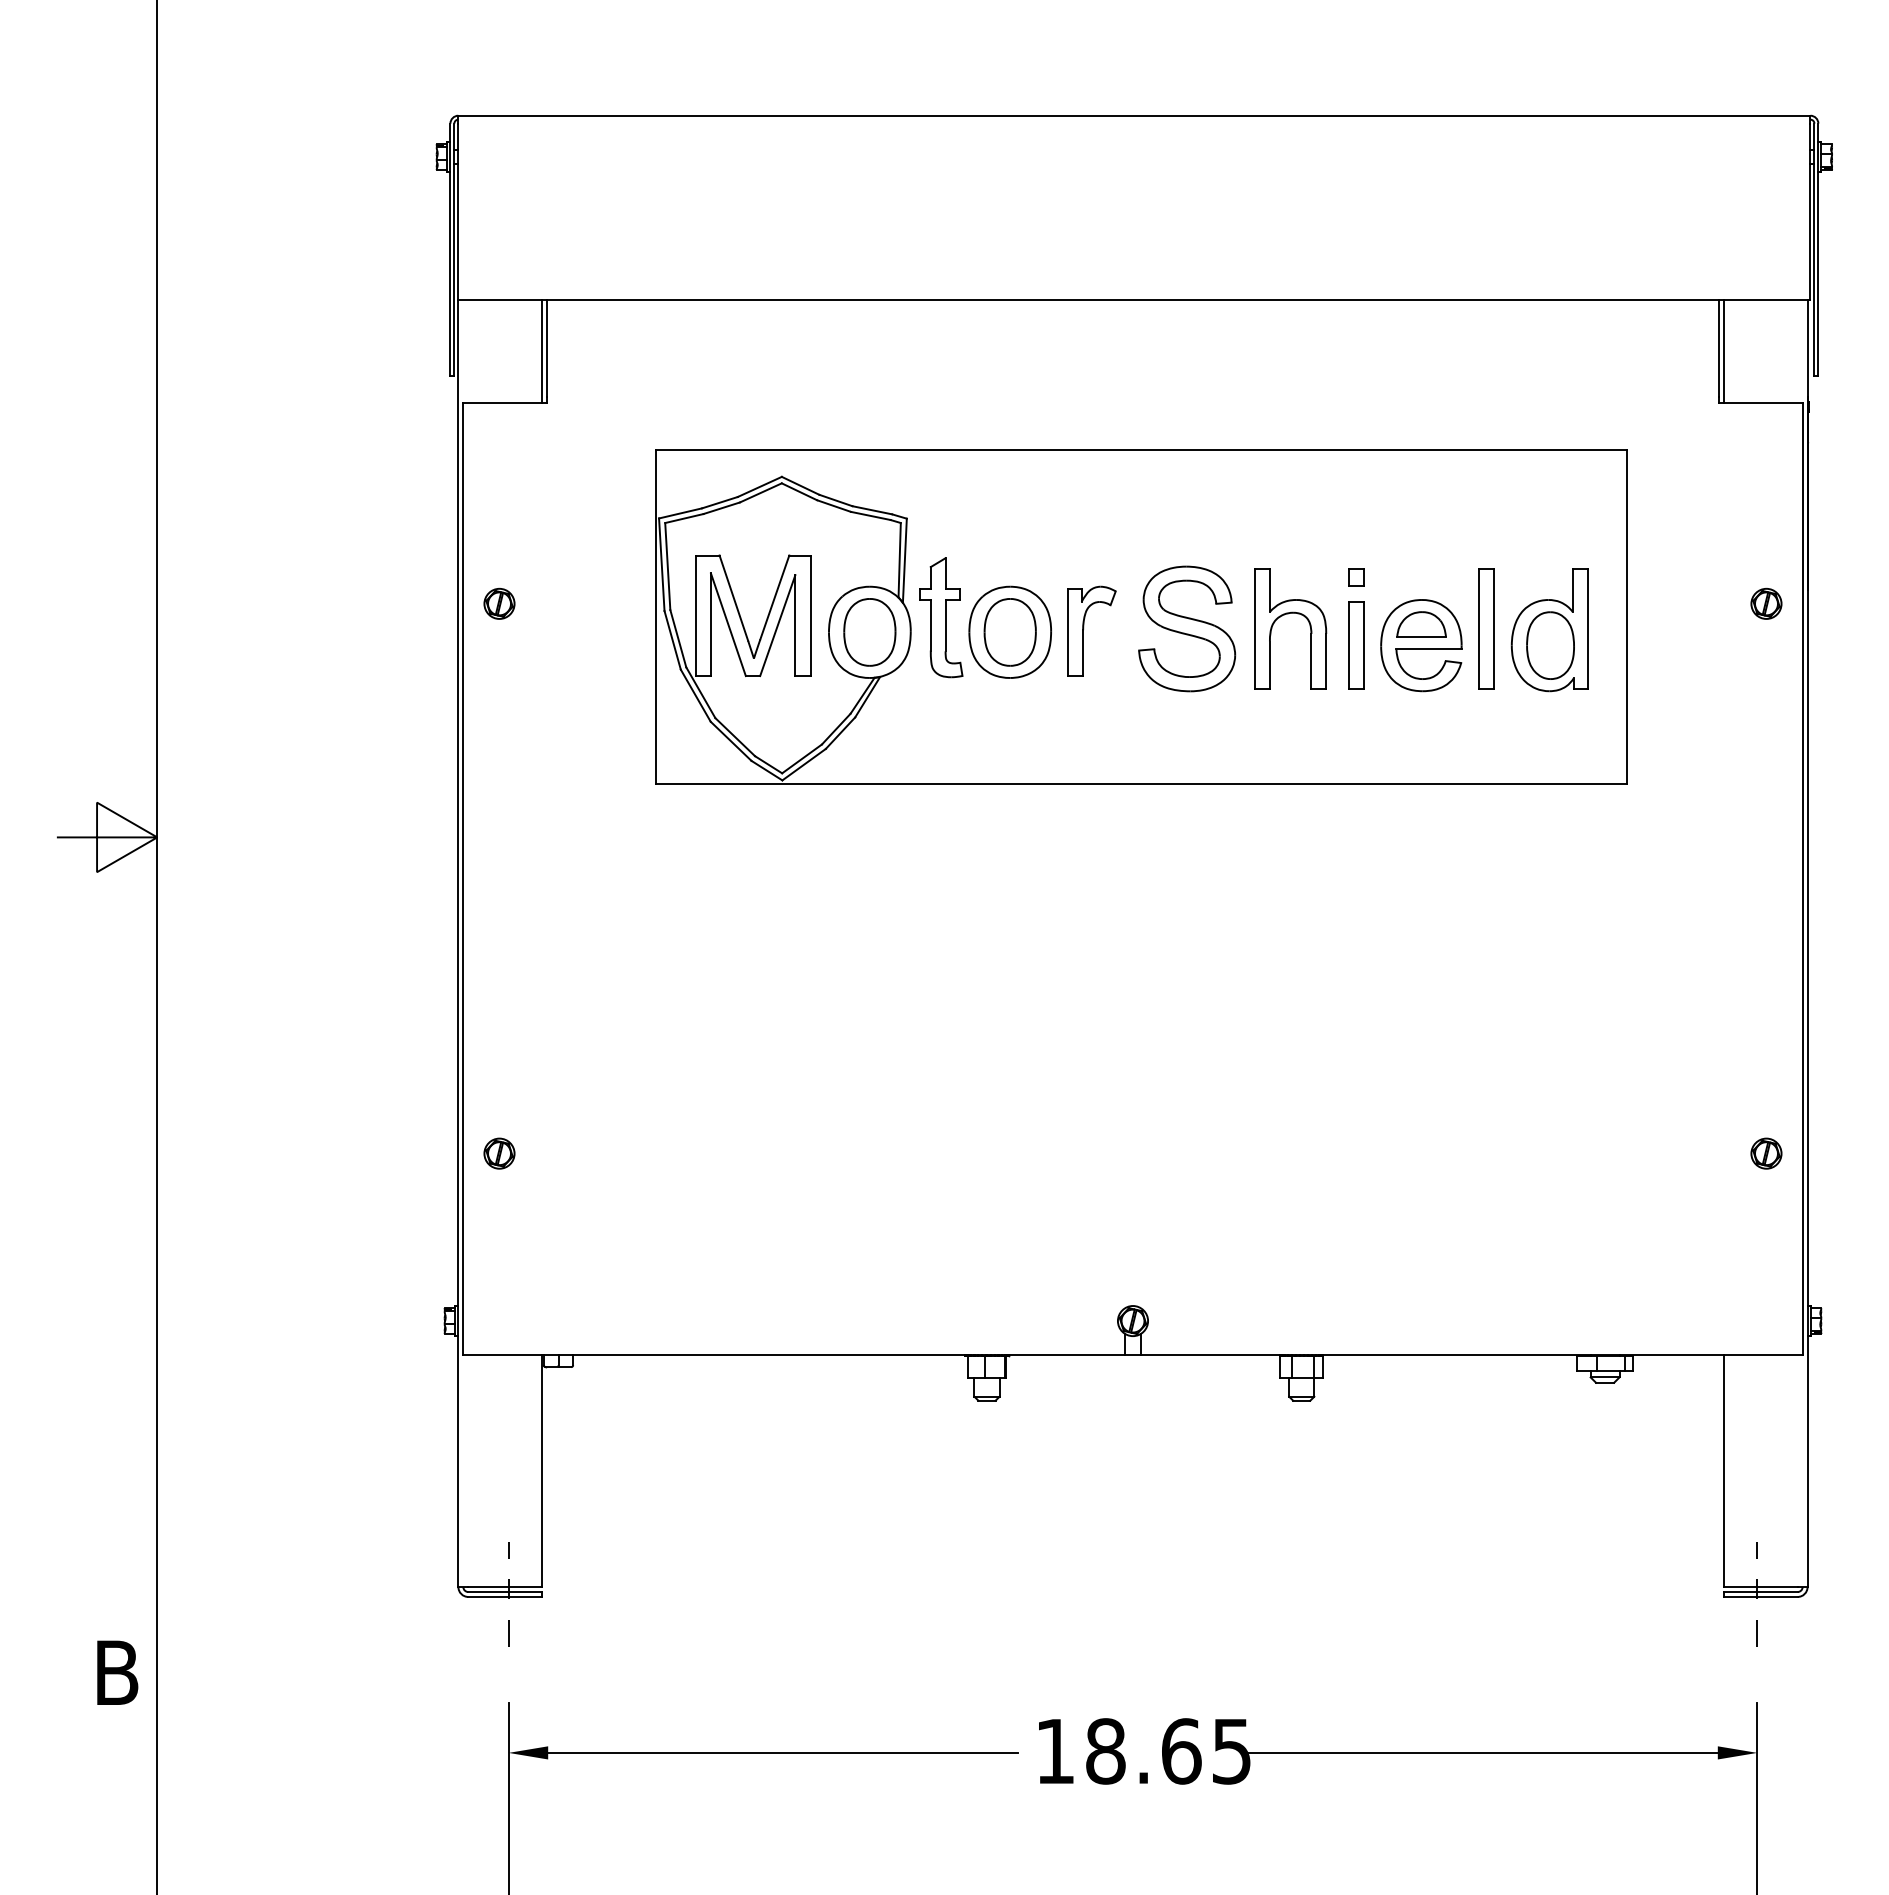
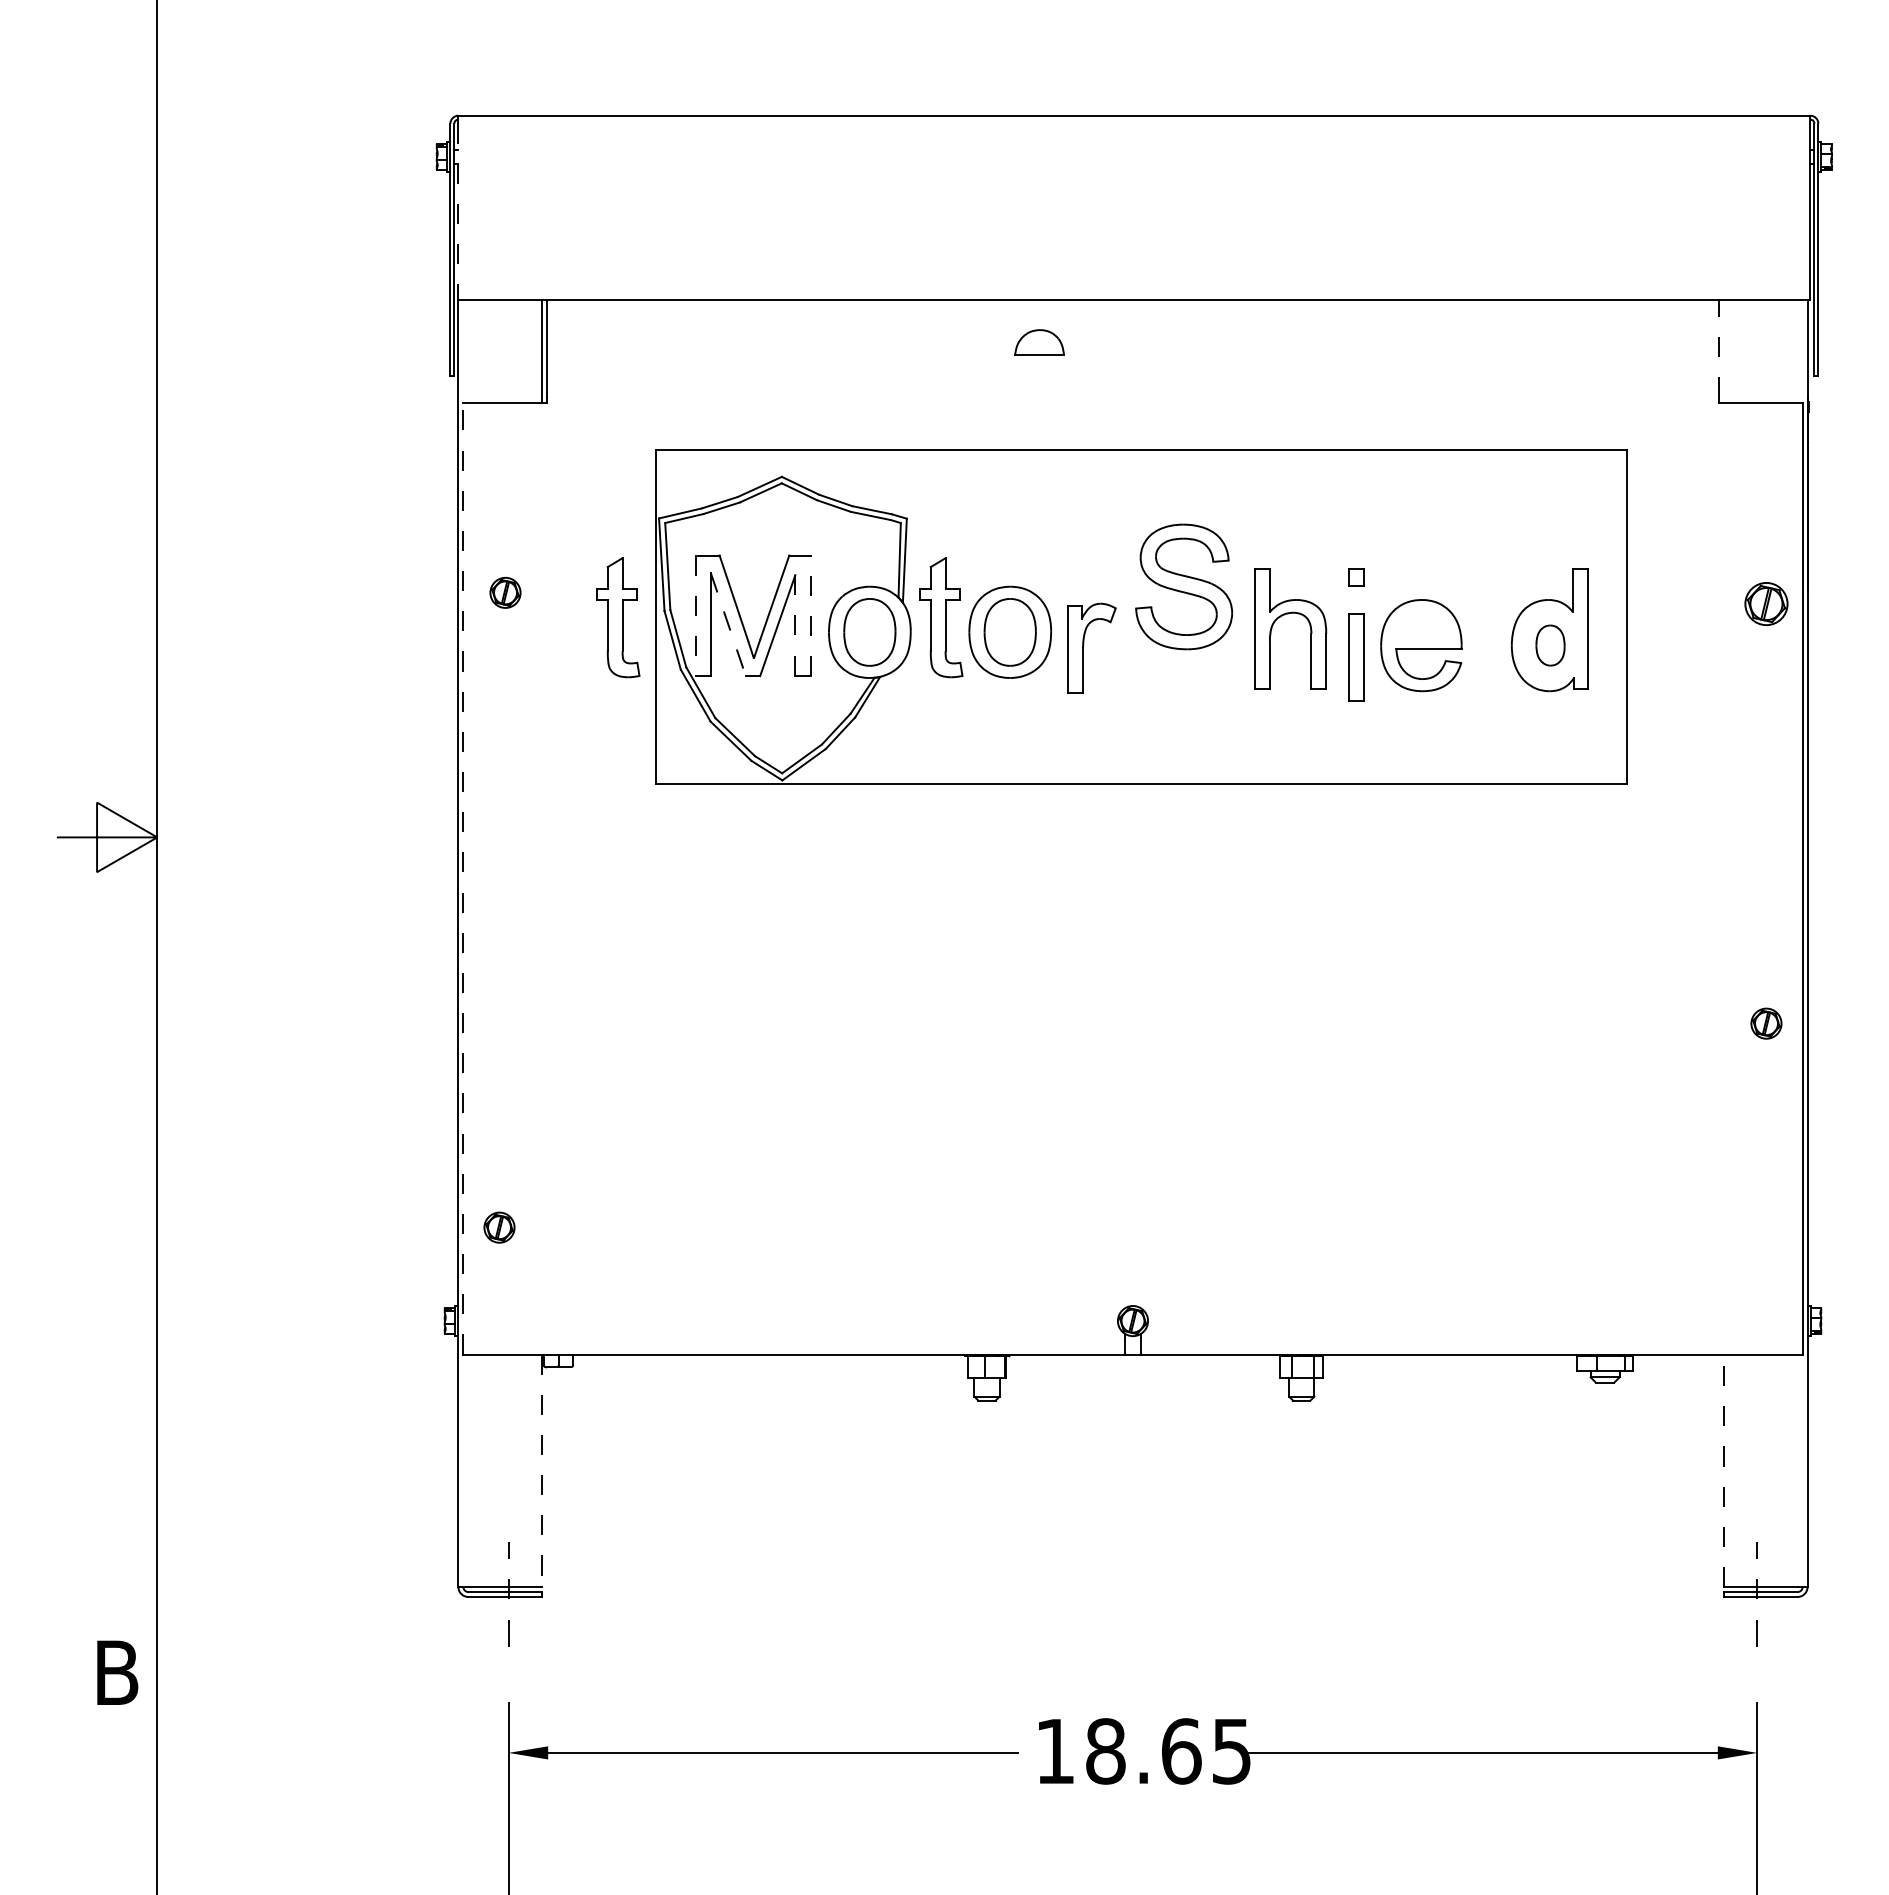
line at (458, 212): solid -> dashed
line at (1718, 348): solid -> dashed
line at (1723, 351): present -> none
part at (499, 603) position: (499, 603) -> (505, 592)
part at (1766, 603) size: 33x33 px -> 45x44 px
line at (810, 615): solid -> dashed
line at (695, 616): solid -> dashed
part at (618, 617): none -> present
part at (1421, 624) position: (1421, 624) -> (1039, 342)
line at (728, 625): solid -> dashed
line at (795, 626): solid -> dashed
part at (1084, 628) position: (1084, 628) -> (1084, 645)
part at (1187, 628) position: (1187, 628) -> (1184, 586)
part at (1486, 628): present -> none
part at (1356, 645) position: (1356, 645) -> (1356, 657)
part at (1550, 645) size: 49x69 px -> 31x43 px
line at (463, 878): solid -> dashed
part at (499, 1153) position: (499, 1153) -> (499, 1227)
part at (1766, 1153) position: (1766, 1153) -> (1766, 1023)
line at (1723, 1470): solid -> dashed
line at (542, 1471): solid -> dashed
